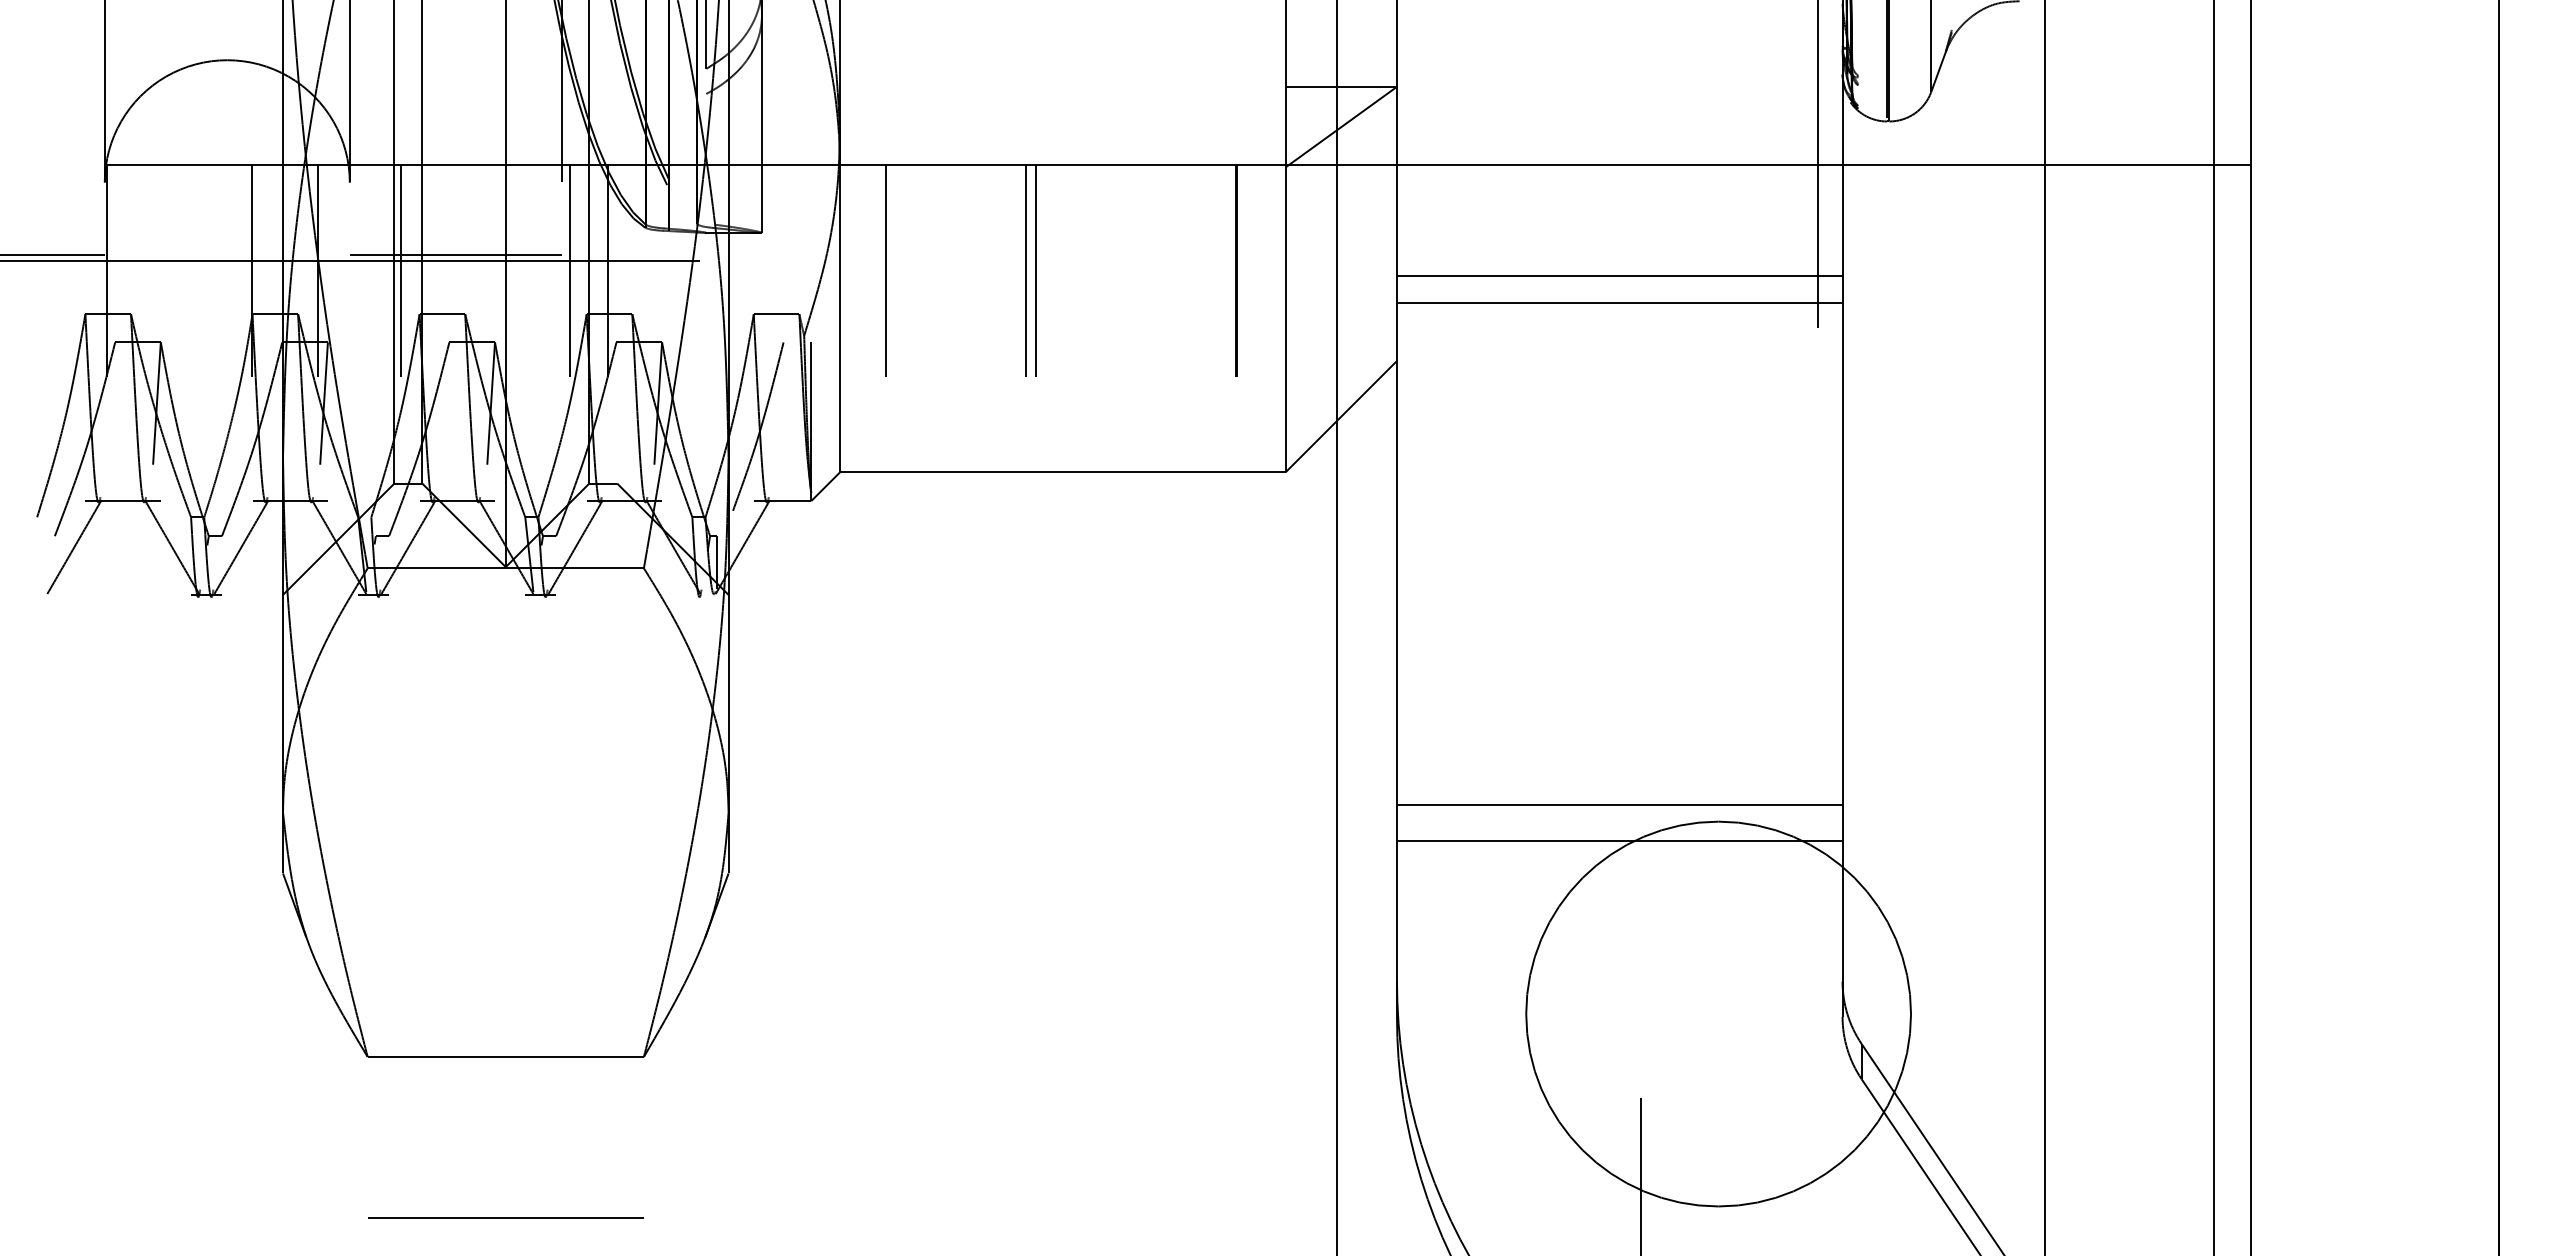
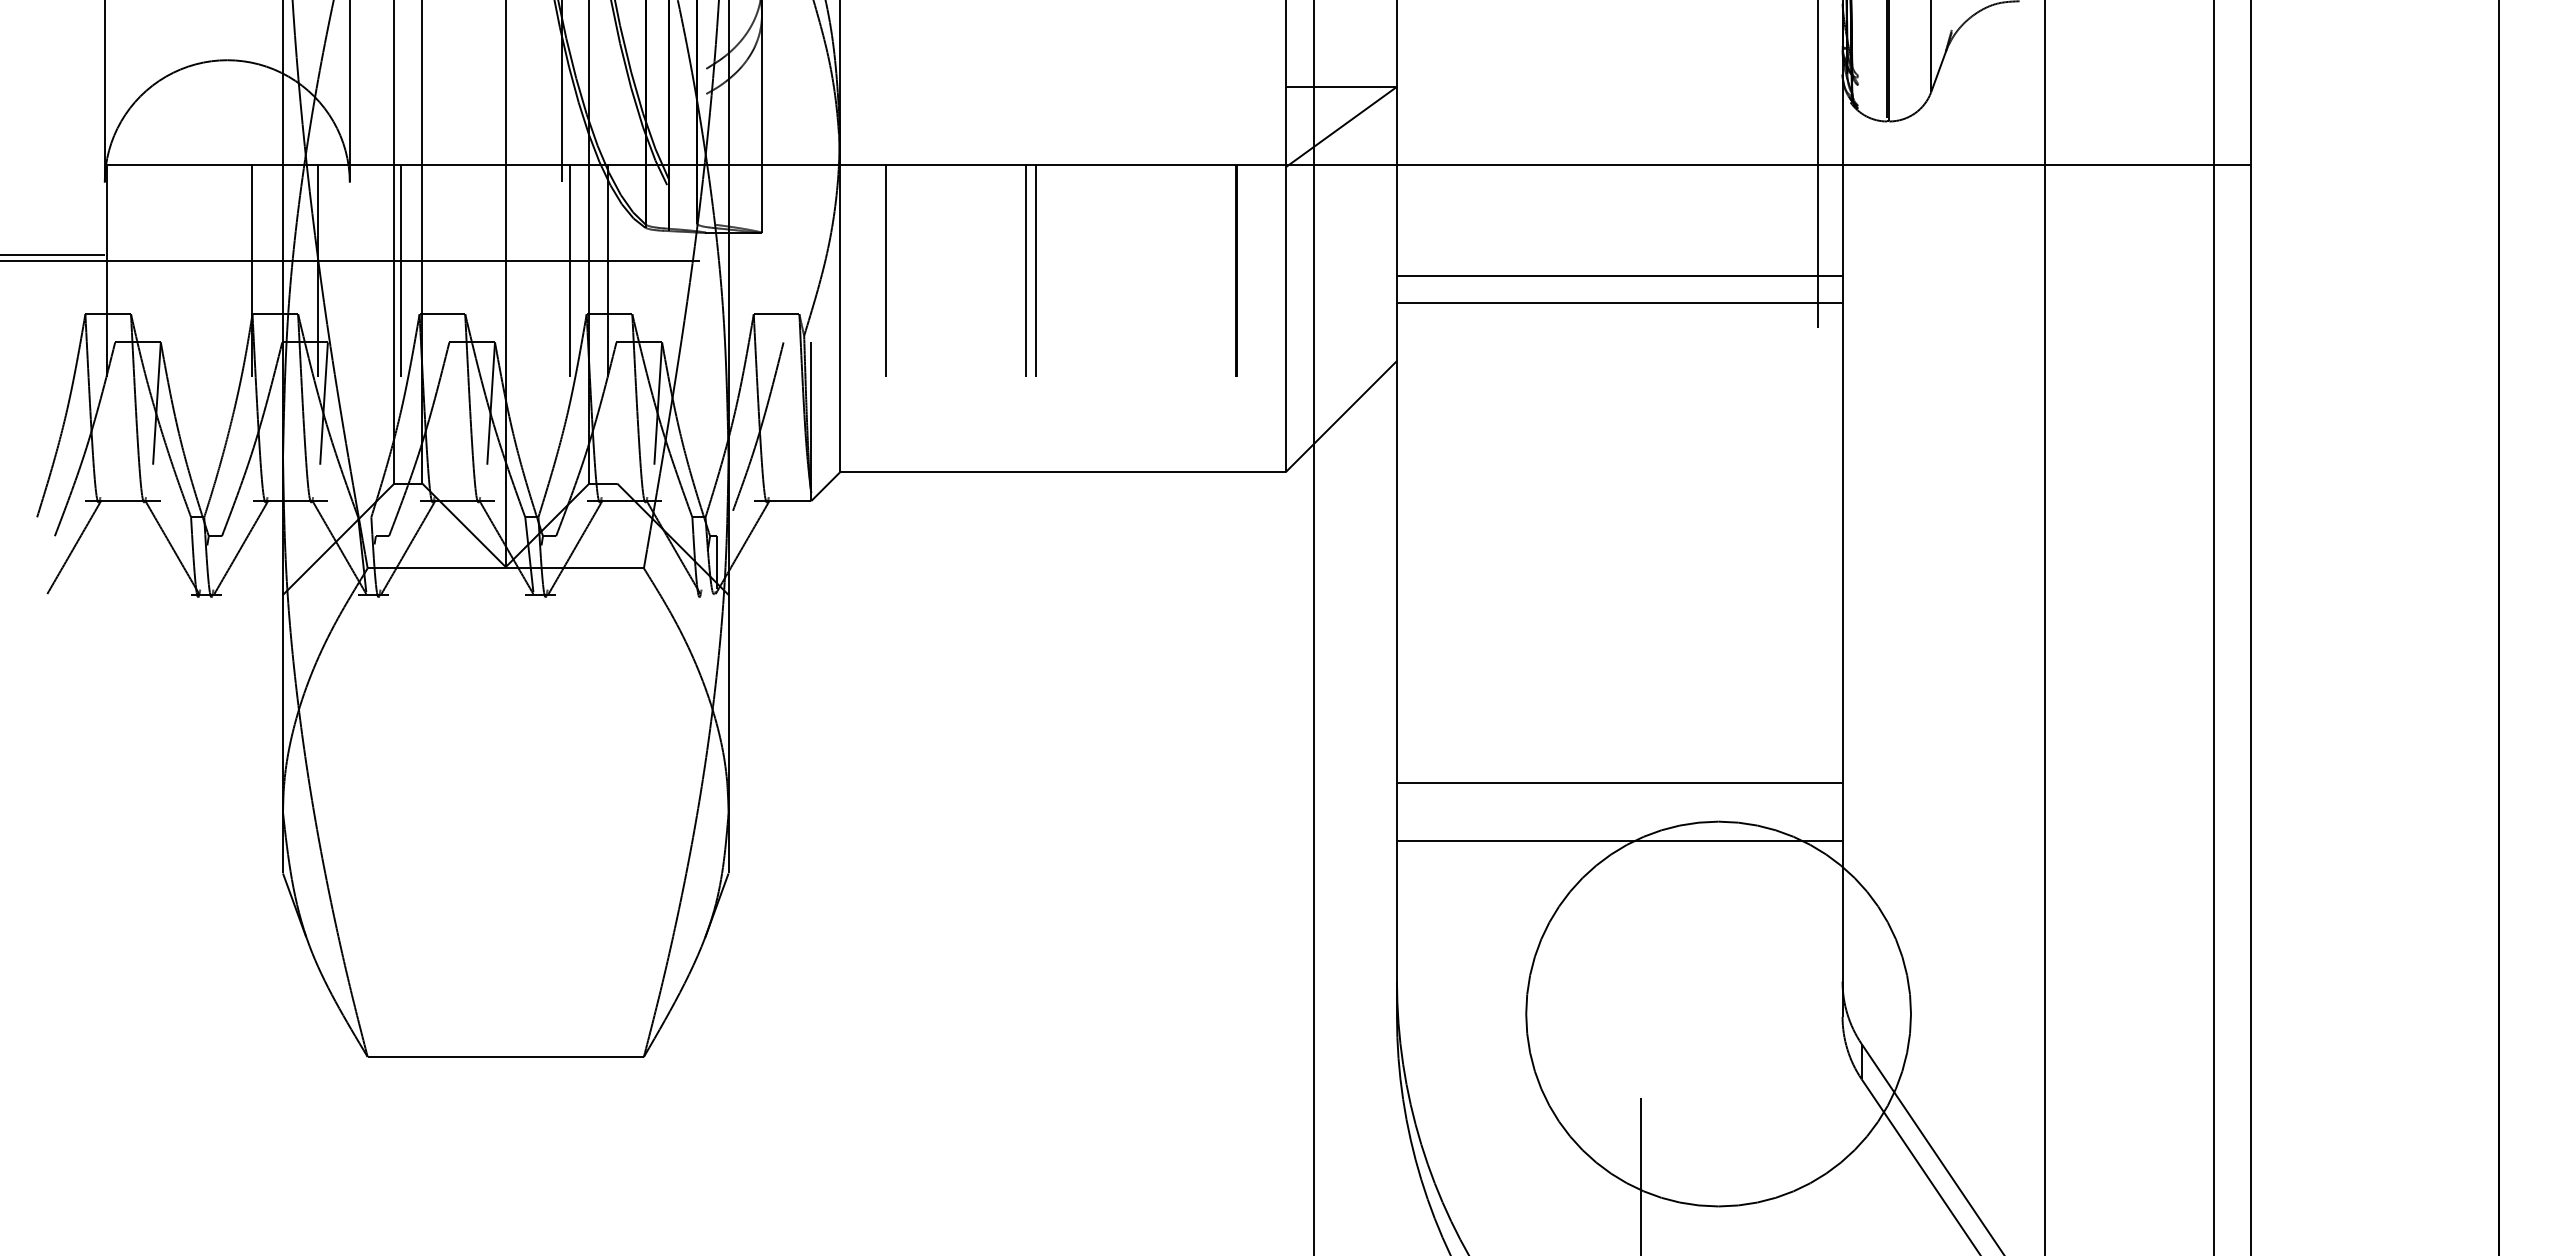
line at (706, 35): present -> none
line at (455, 255): present -> none
line at (1337, 627) position: (1337, 627) -> (1314, 627)
line at (1619, 805) position: (1619, 805) -> (1619, 783)
line at (505, 1217): present -> none
